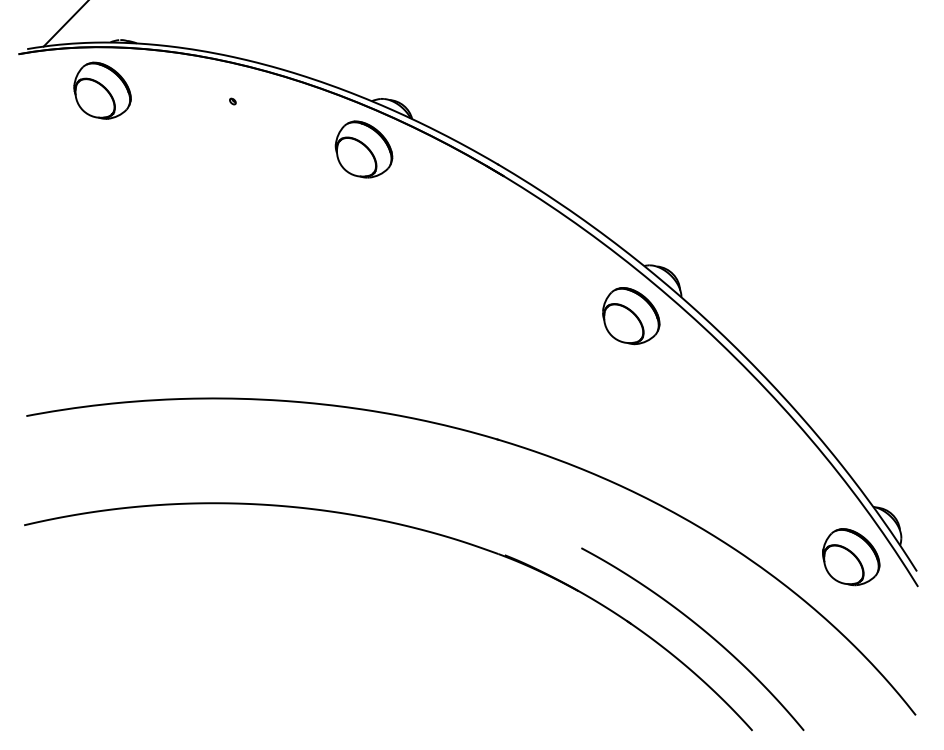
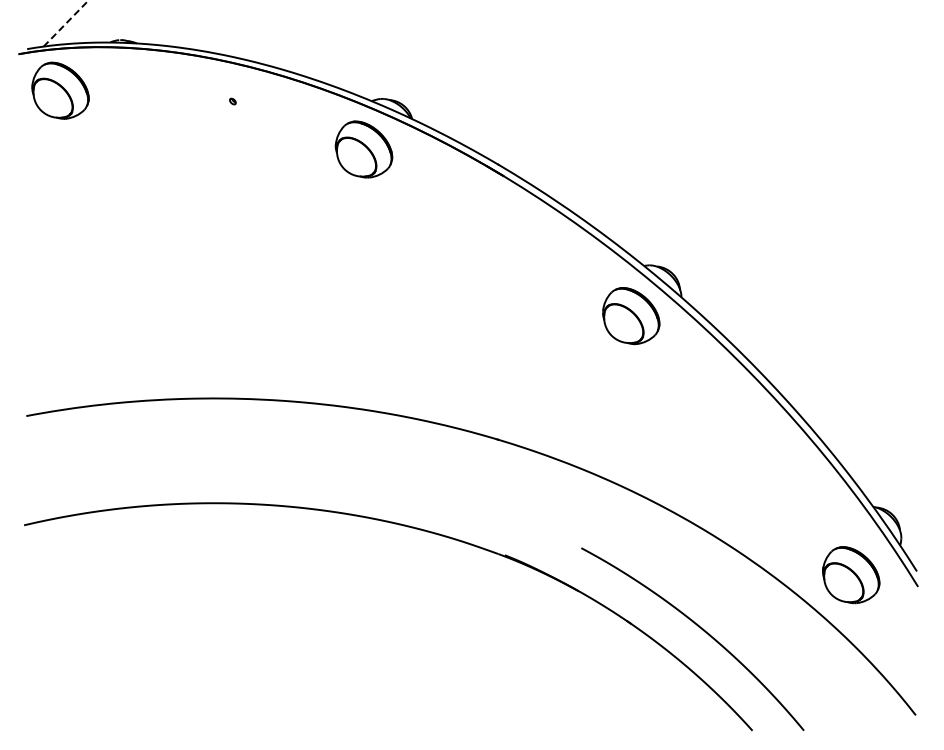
line at (66, 23): solid -> dashed
part at (102, 90) position: (102, 90) -> (60, 90)
part at (851, 557) position: (851, 557) -> (851, 575)
